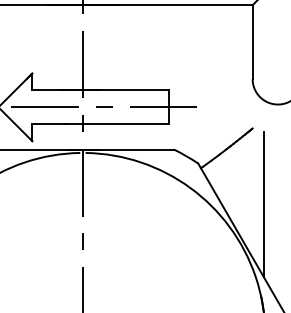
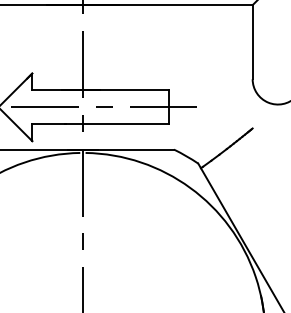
line at (263, 203): present -> none
